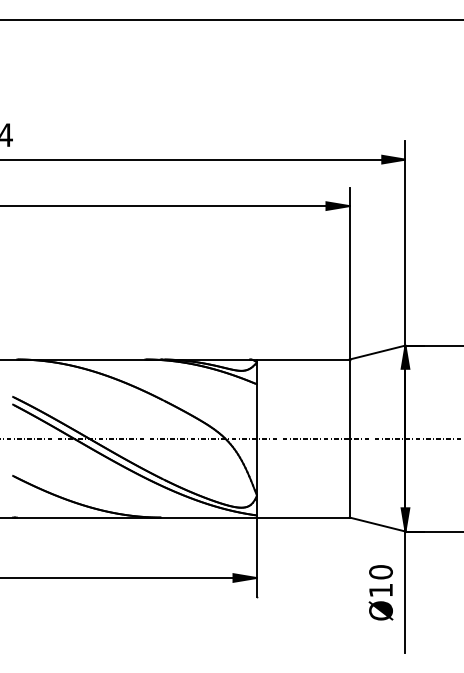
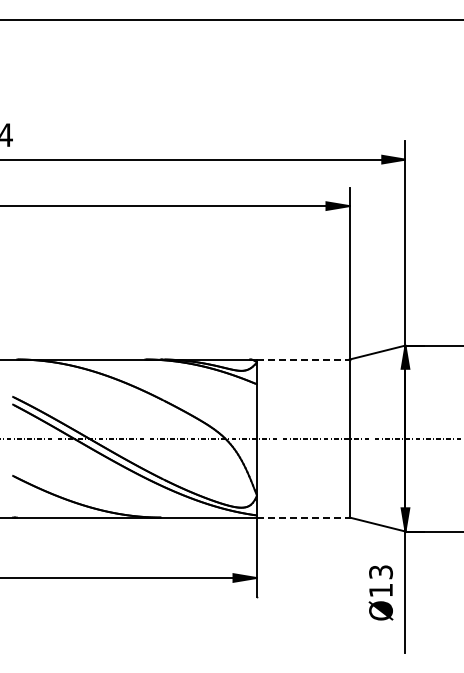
line at (303, 359): solid -> dashed
line at (303, 517): solid -> dashed
text at (380, 572): Ø10 -> Ø13
